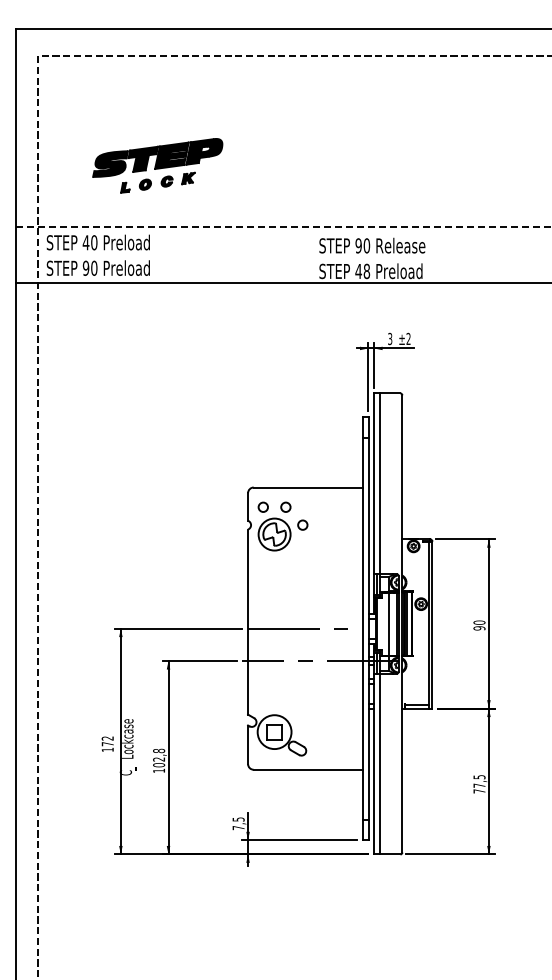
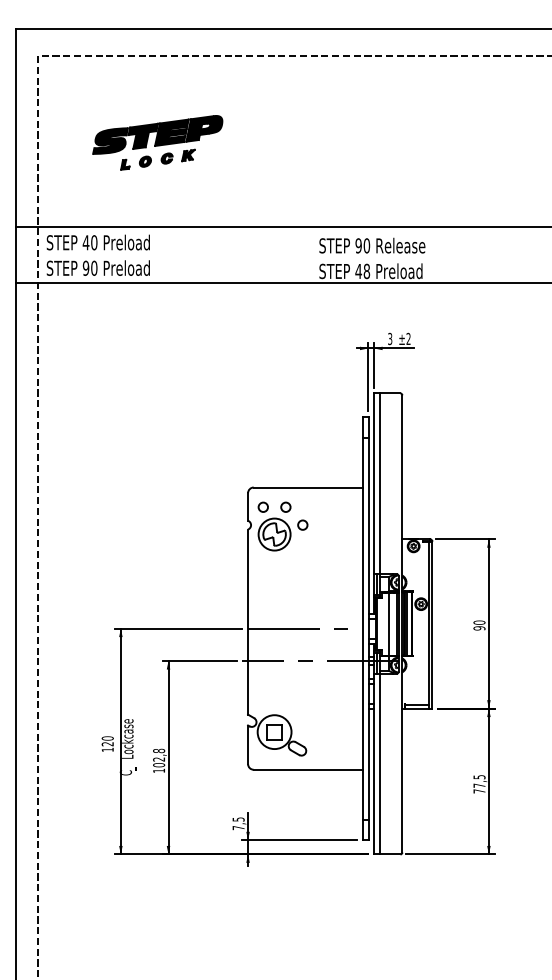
part at (157, 165) position: (157, 165) -> (157, 142)
line at (284, 226): dashed -> solid
text at (107, 741): 172 -> 120
